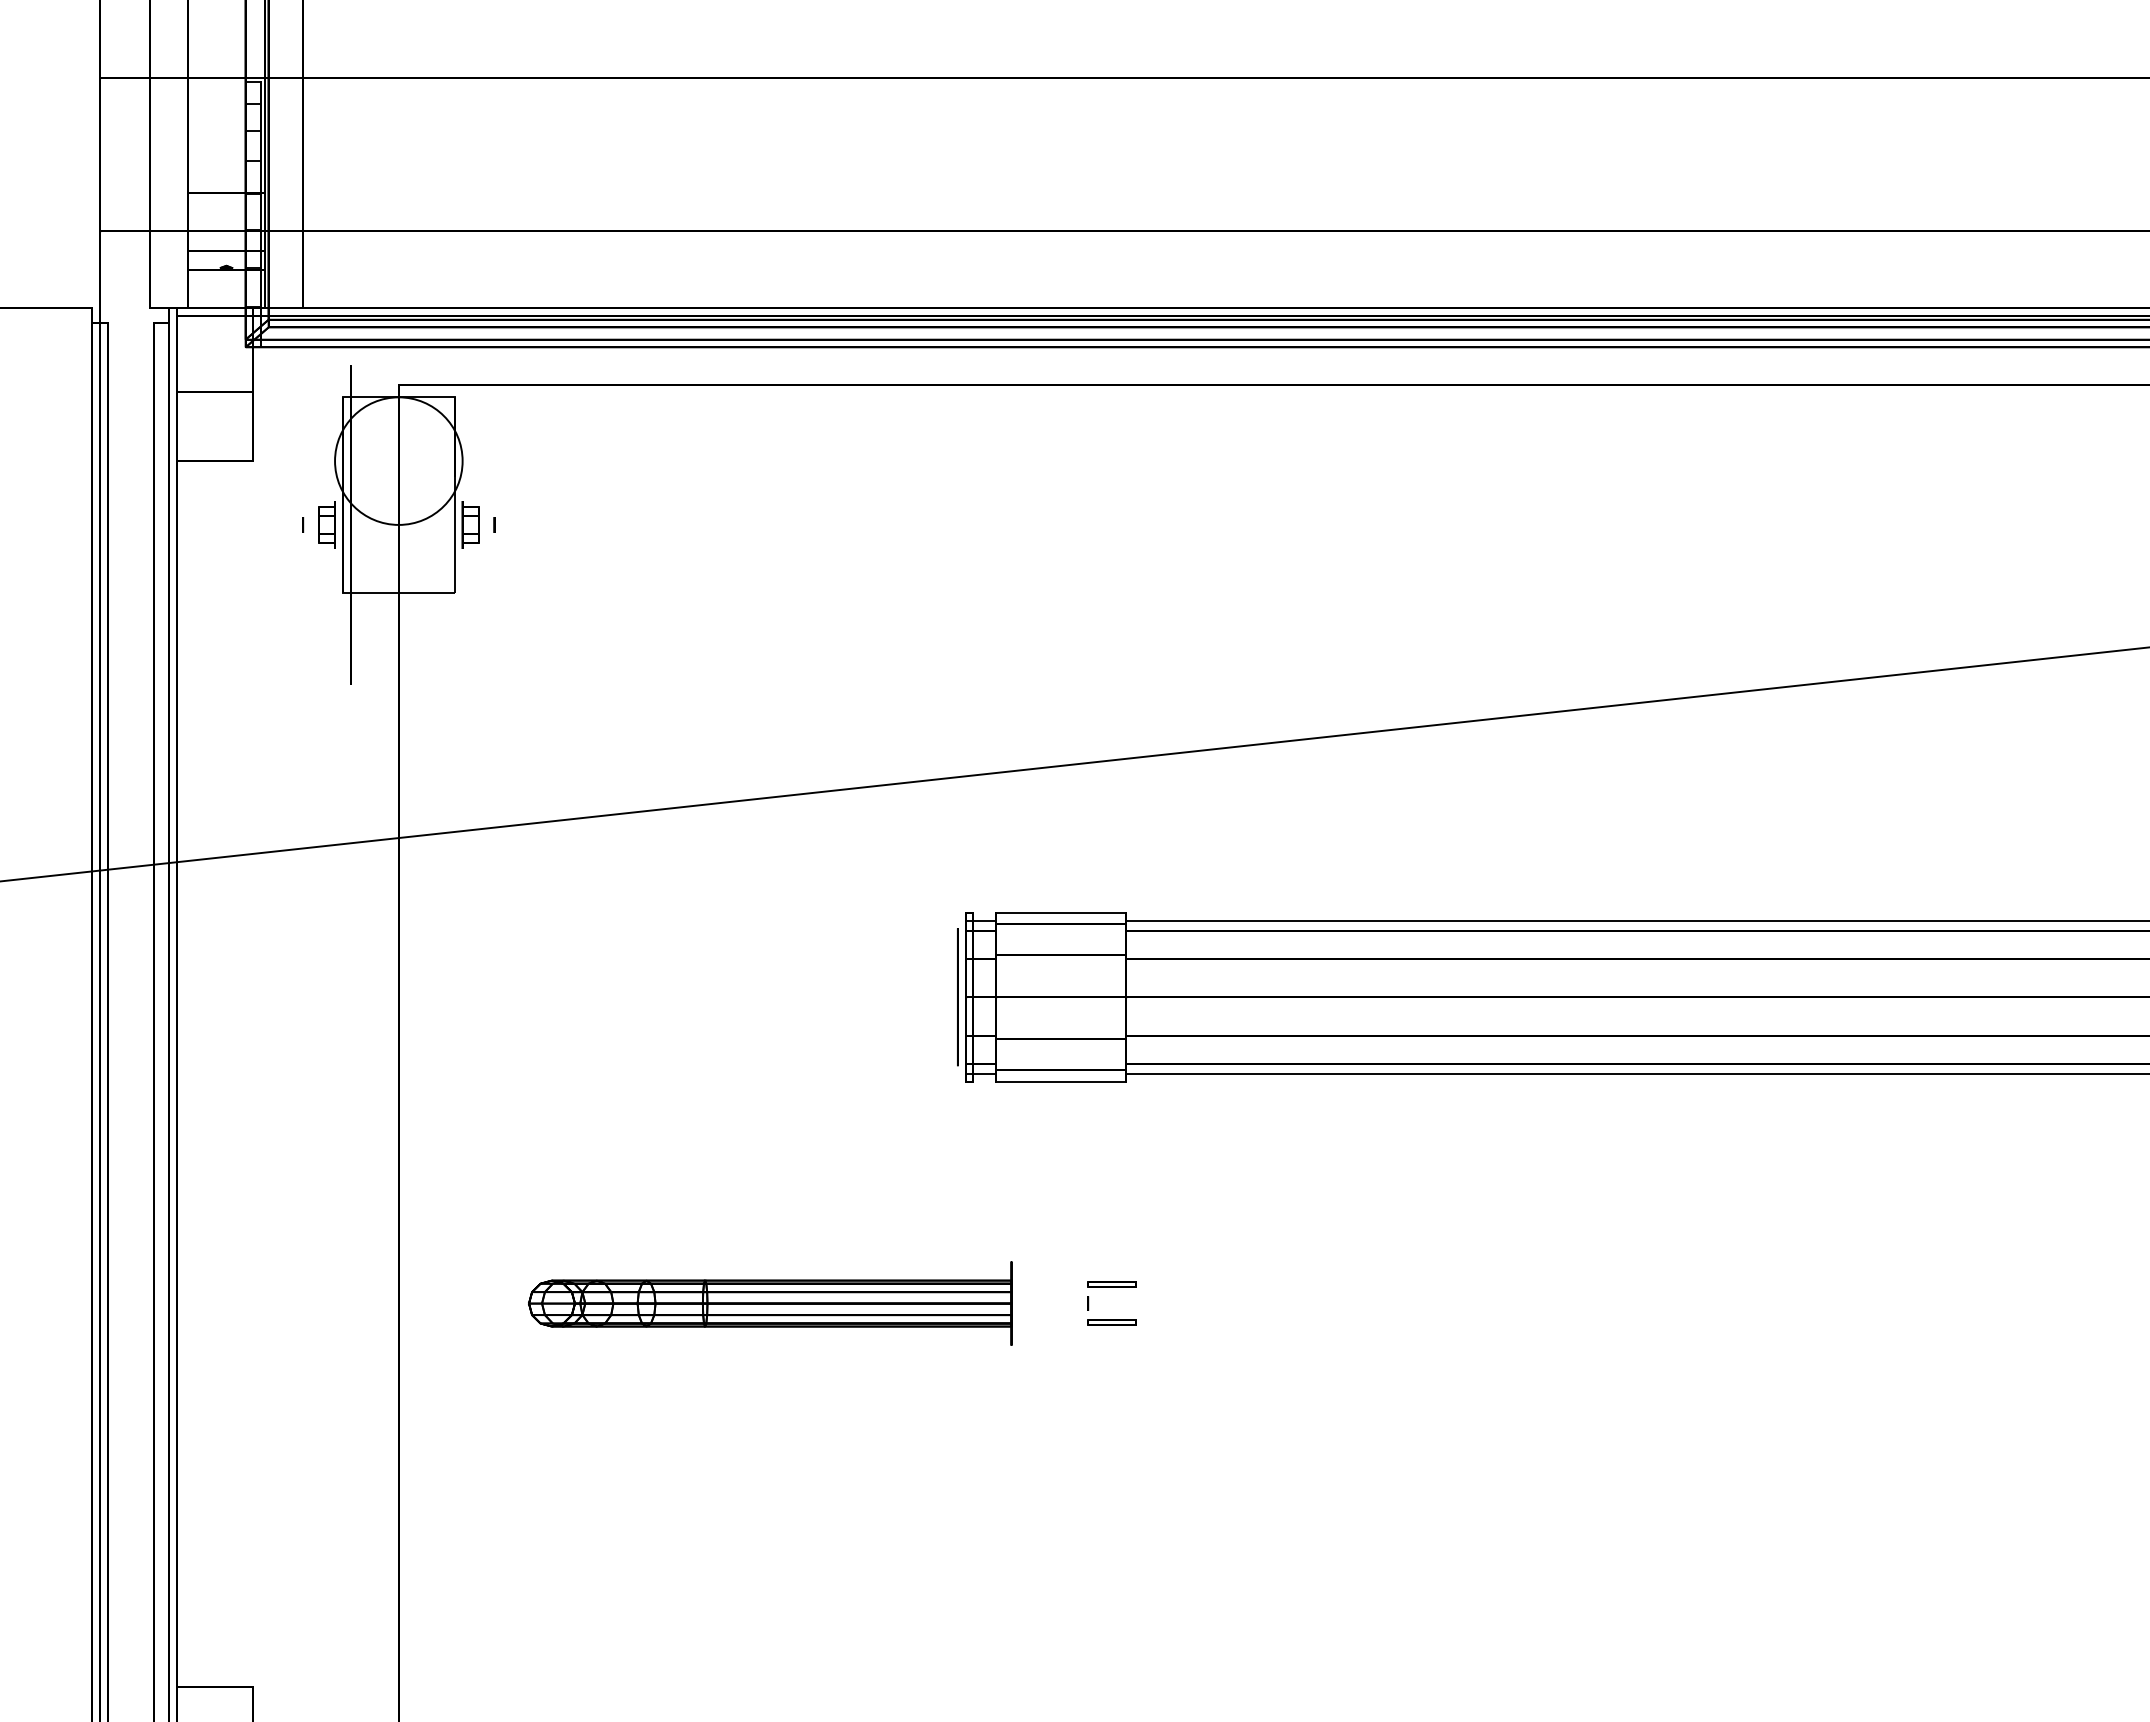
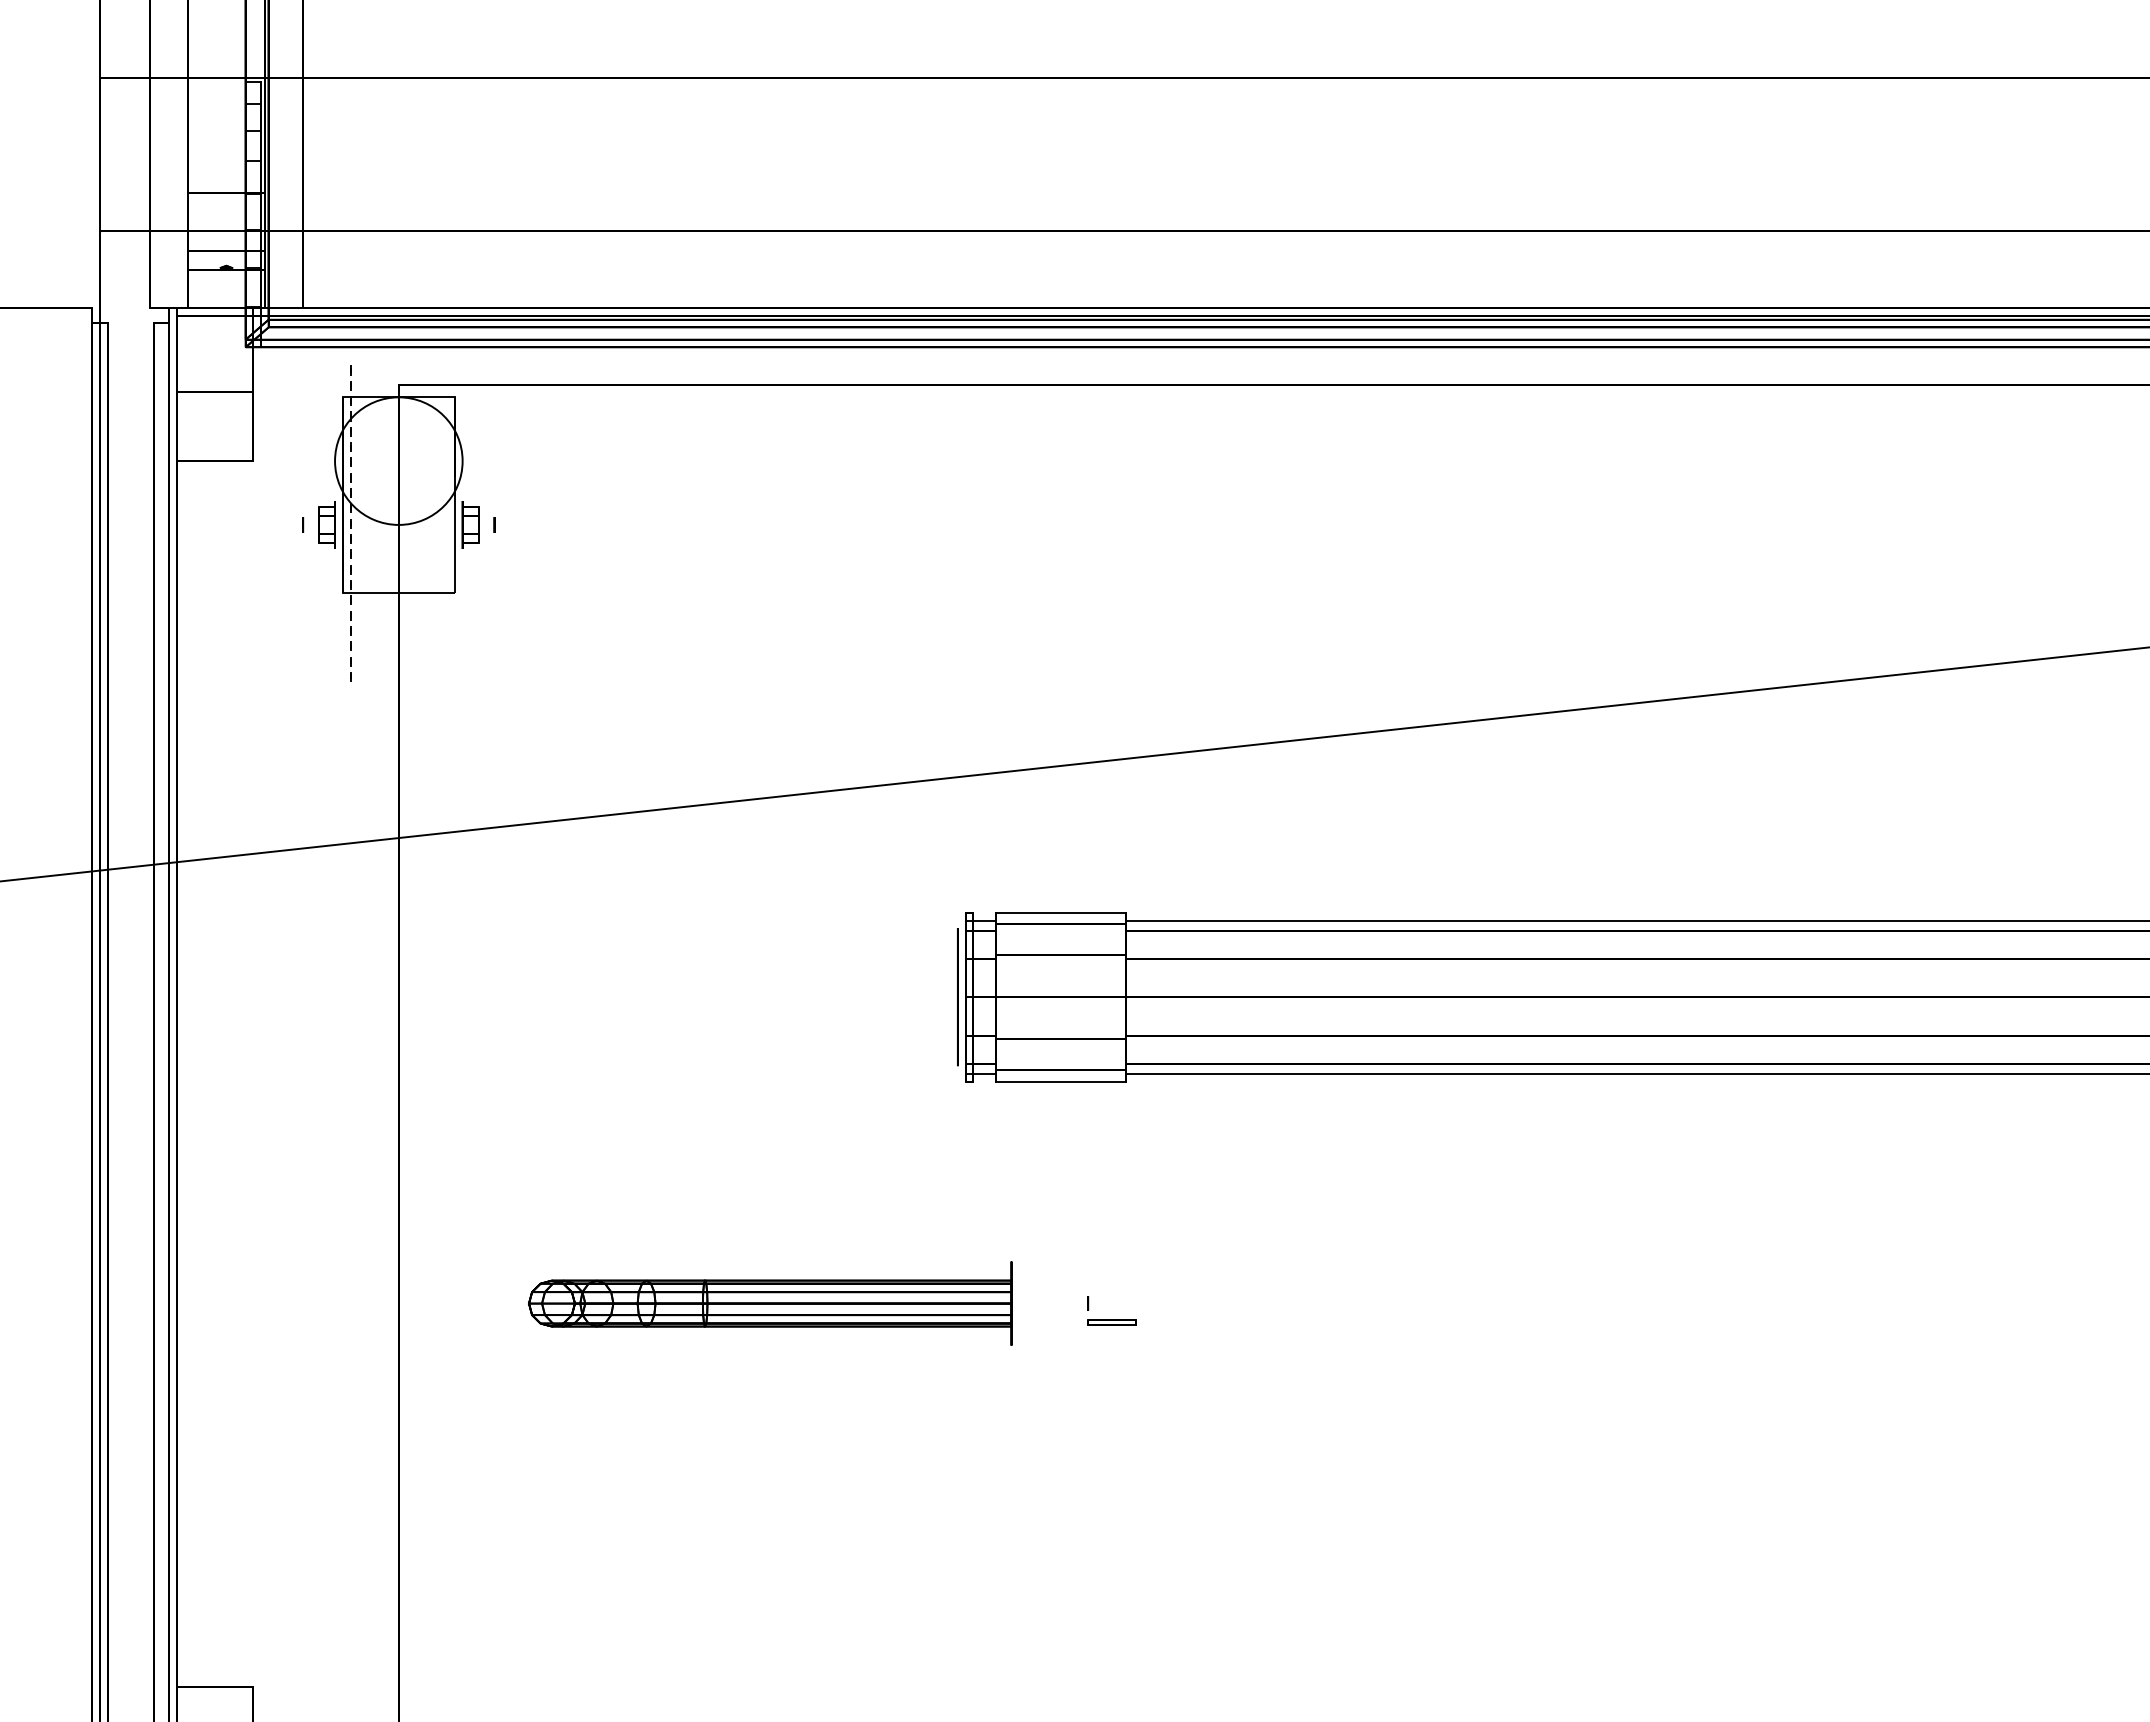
circle at (350, 524): solid -> dashed
part at (1111, 1284): present -> none
